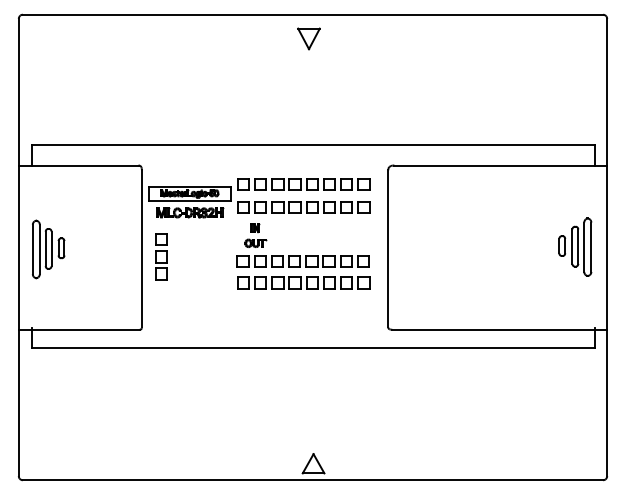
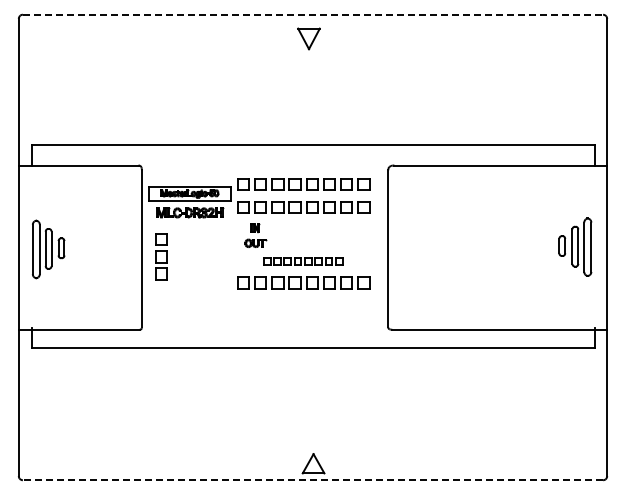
line at (313, 14): solid -> dashed
part at (302, 261) size: 134x13 px -> 81x9 px
line at (312, 480): solid -> dashed
